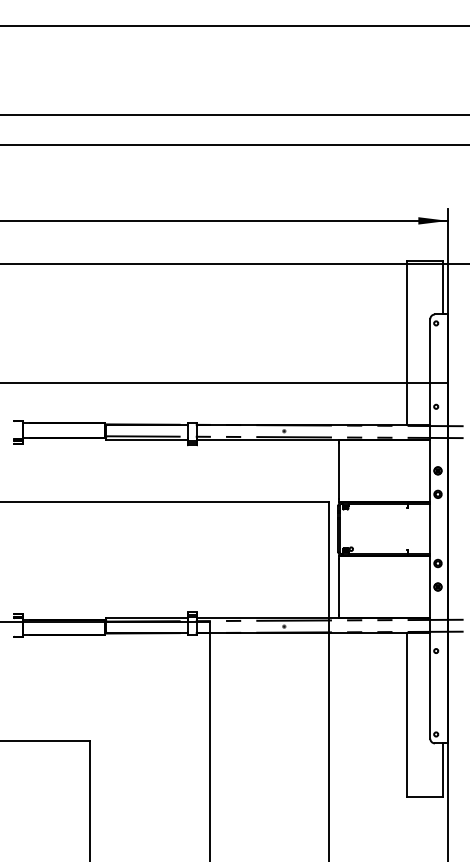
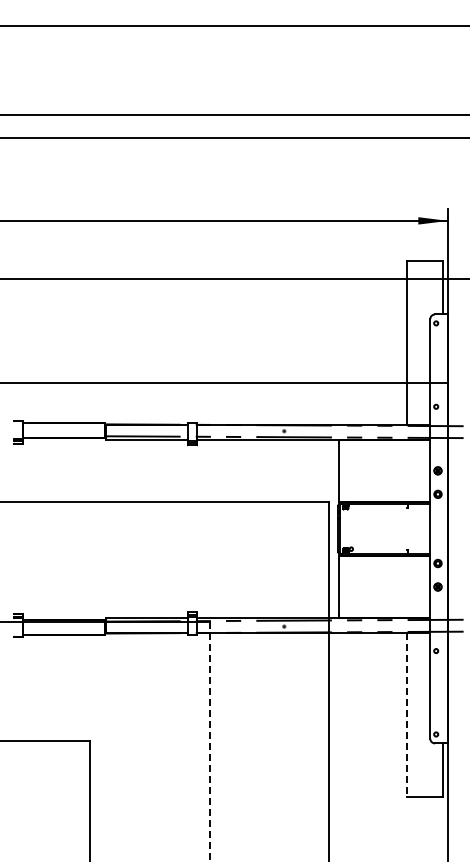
line at (234, 145) position: (234, 145) -> (234, 138)
line at (234, 264) position: (234, 264) -> (234, 279)
line at (407, 715): solid -> dashed
line at (209, 741): solid -> dashed
